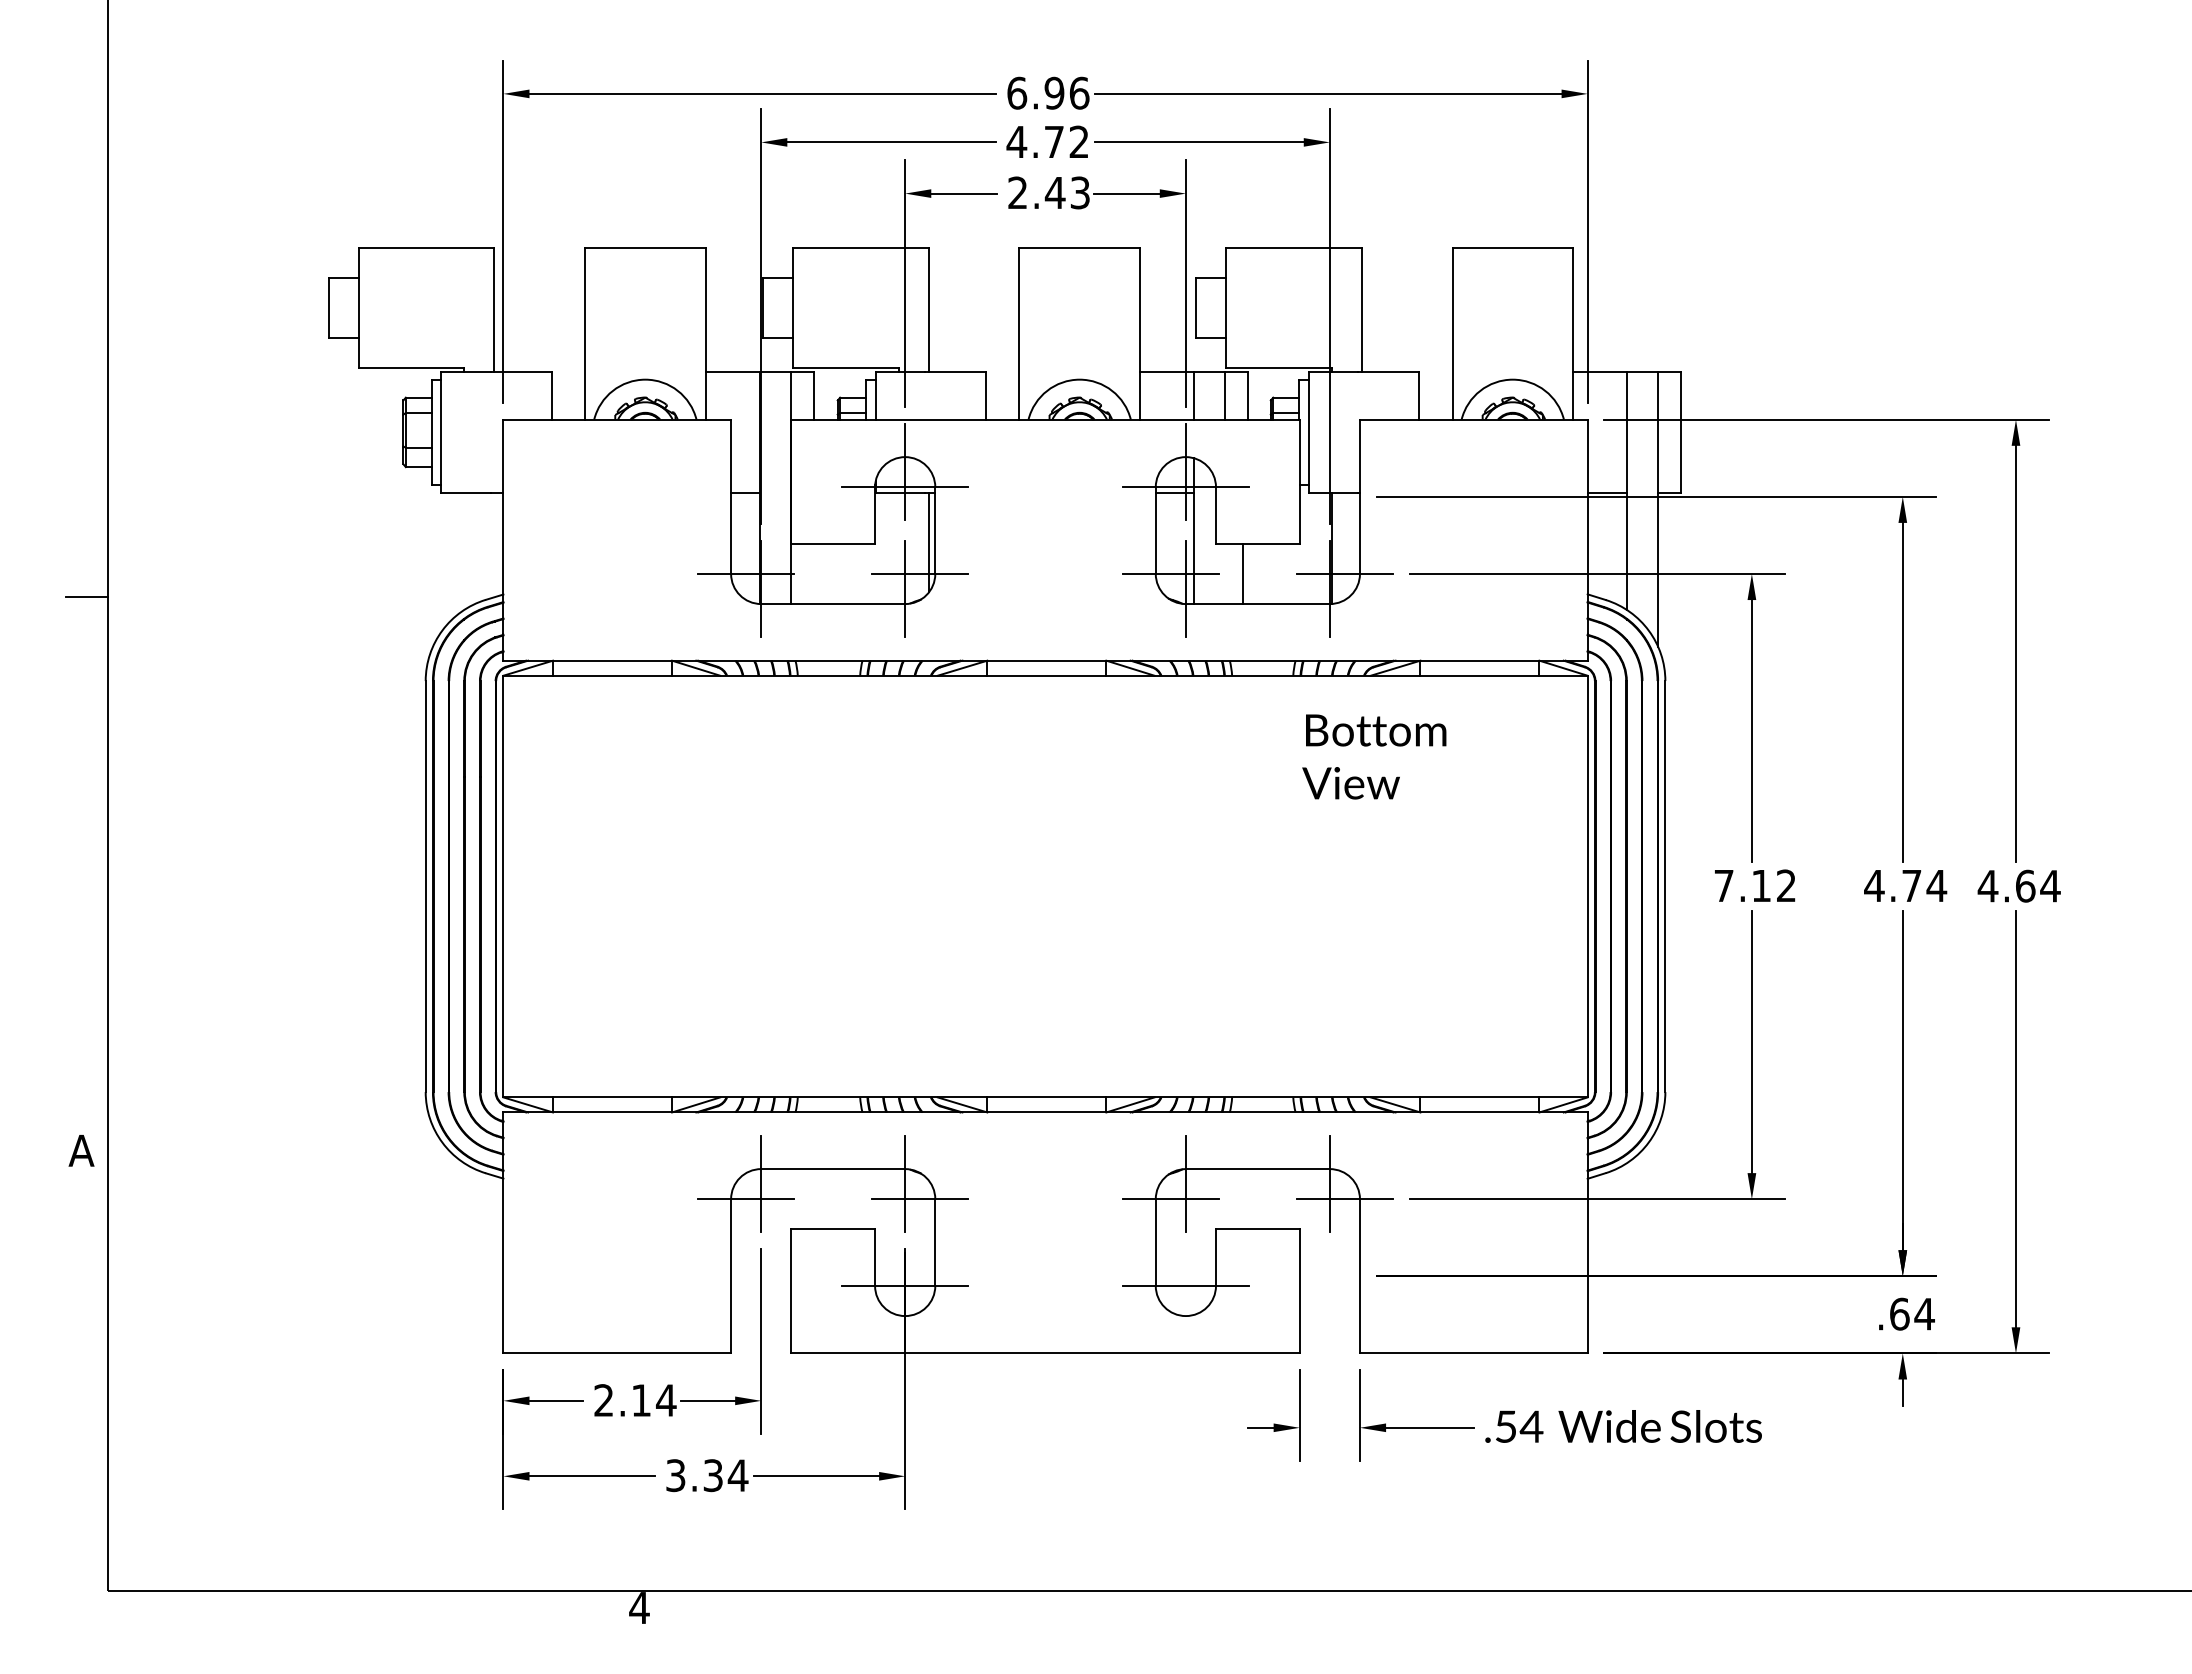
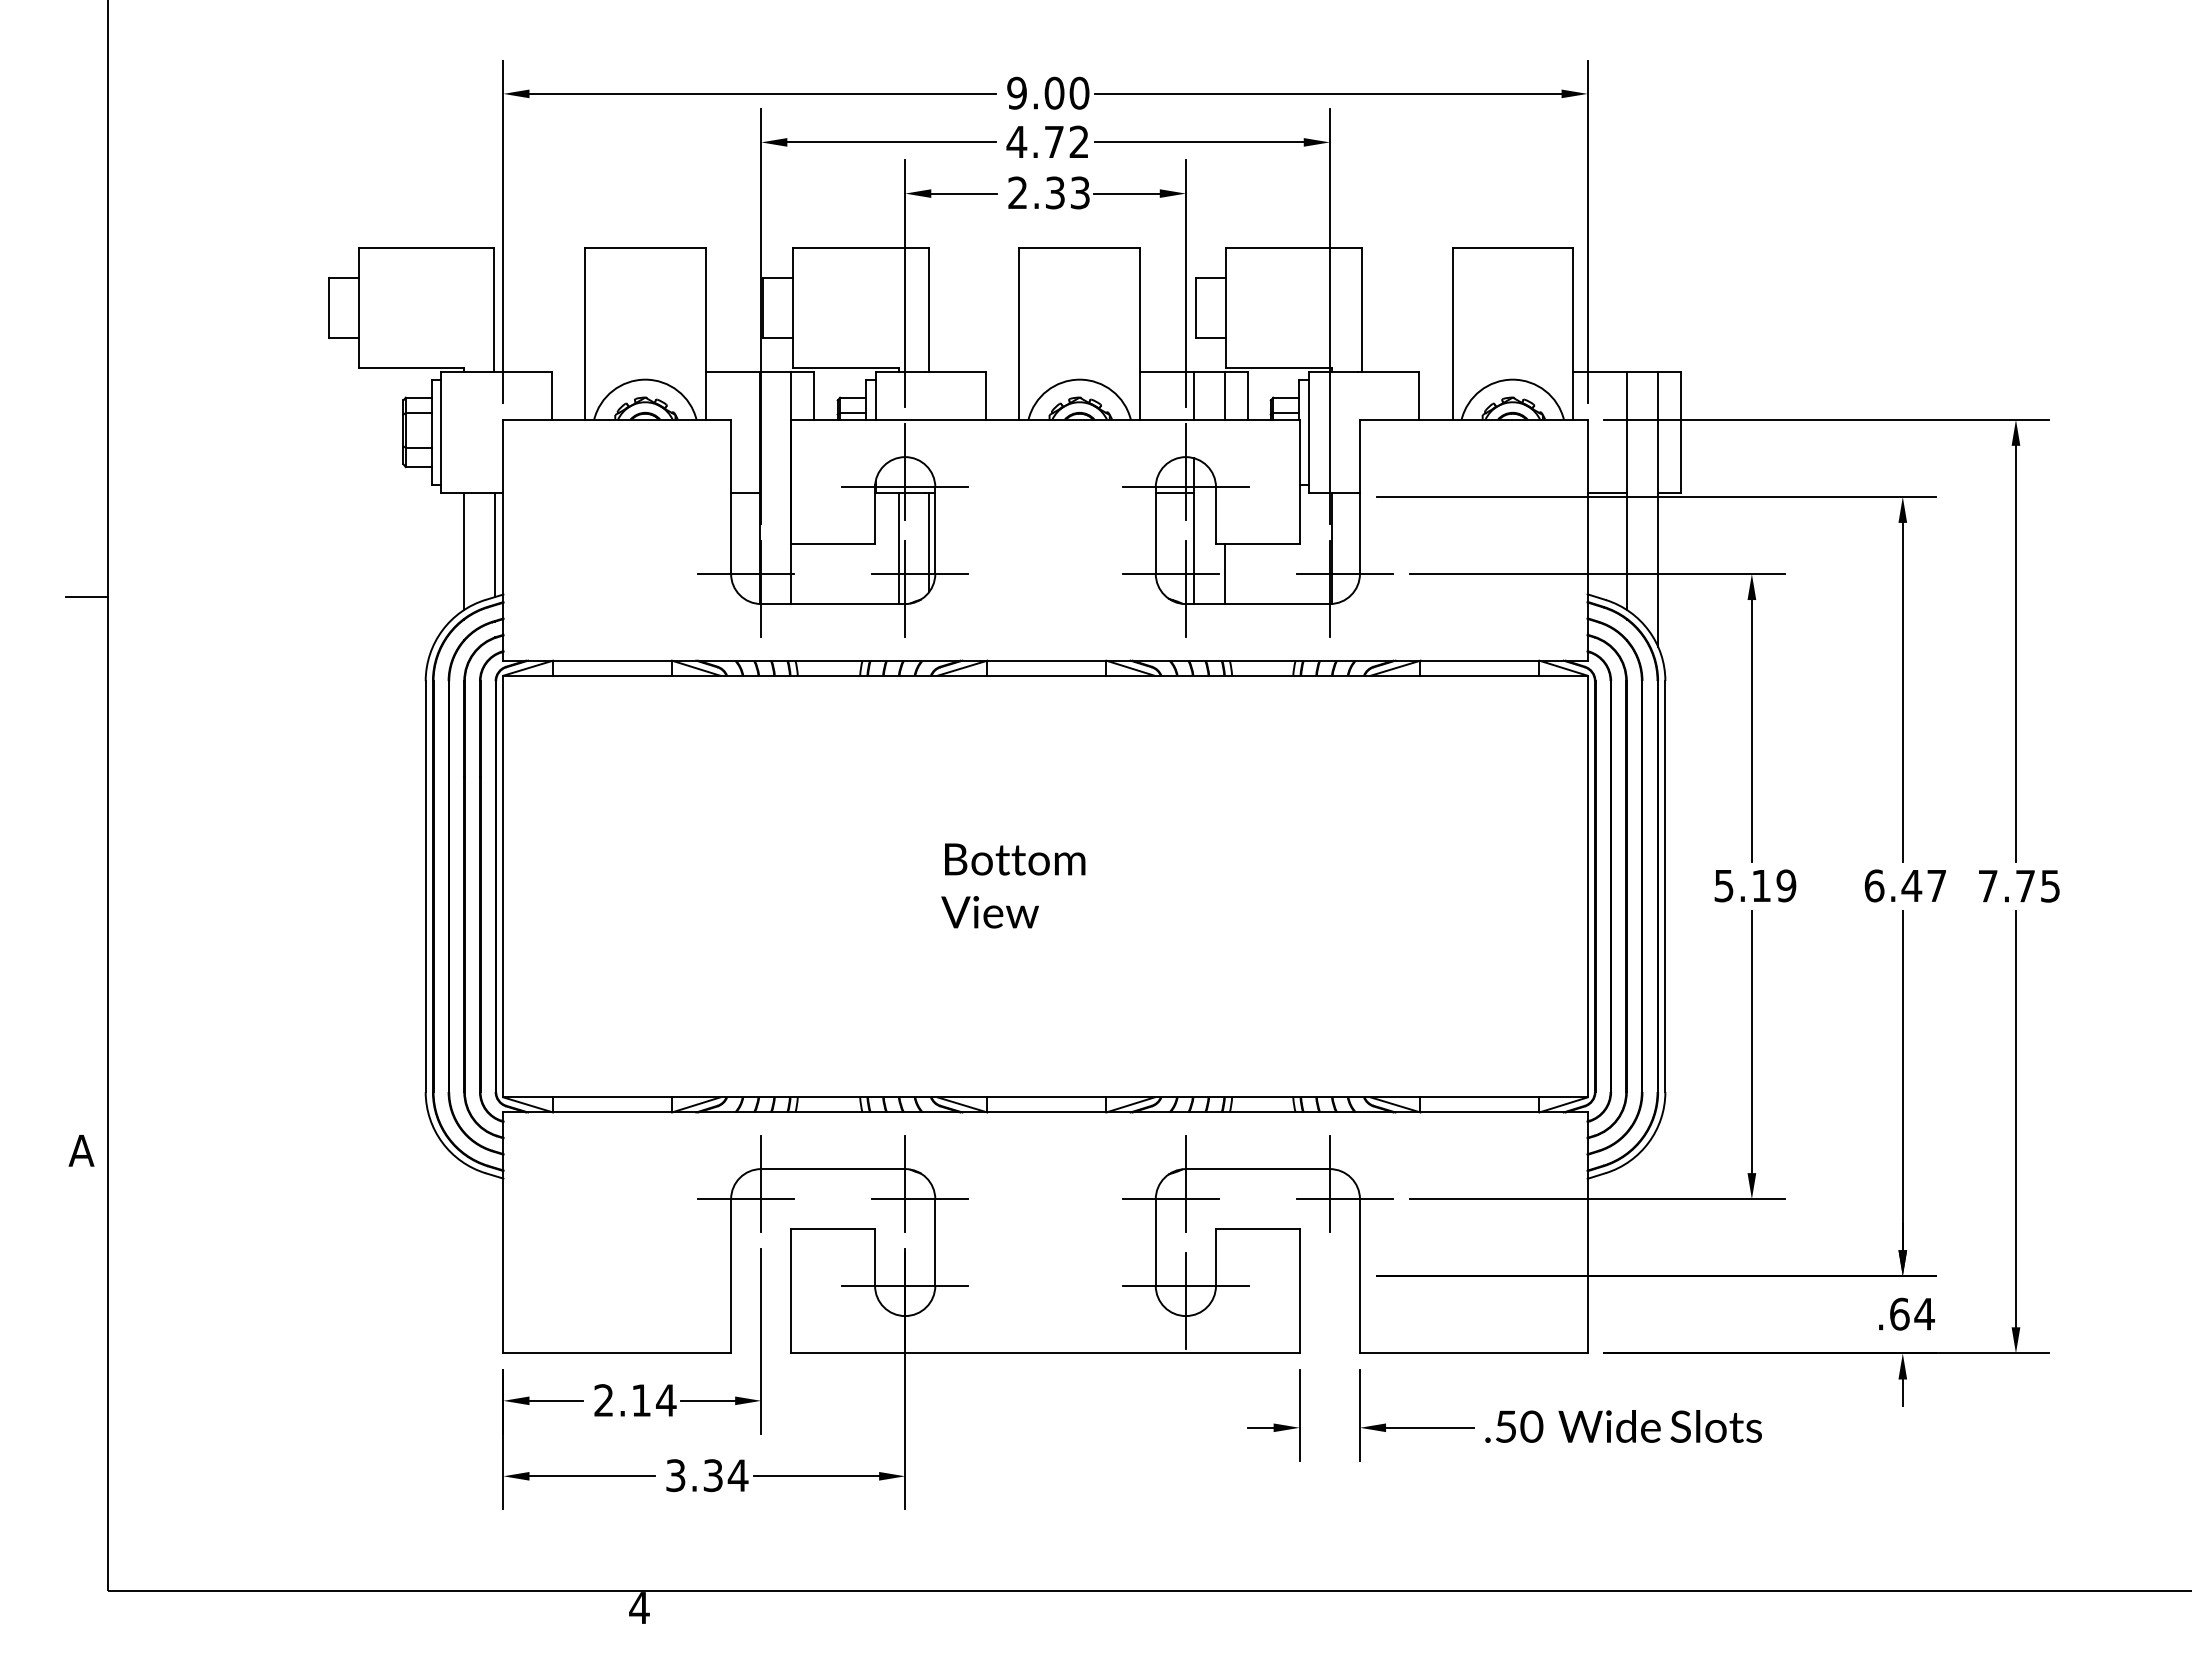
text at (1048, 92): 6.96 -> 9.00
text at (1054, 192): 2.43 -> 2.33
line at (495, 544): none -> present
line at (898, 548): none -> present
line at (464, 550): none -> present
line at (1243, 573) position: (1243, 573) -> (1225, 573)
text at (1374, 756) position: (1374, 756) -> (1013, 885)
text at (1755, 885): 7.12 -> 5.19
text at (1905, 885): 4.74 -> 6.47
text at (2018, 885): 4.64 -> 7.75
line at (1185, 1300): none -> present
text at (1531, 1426): .54 -> .50
